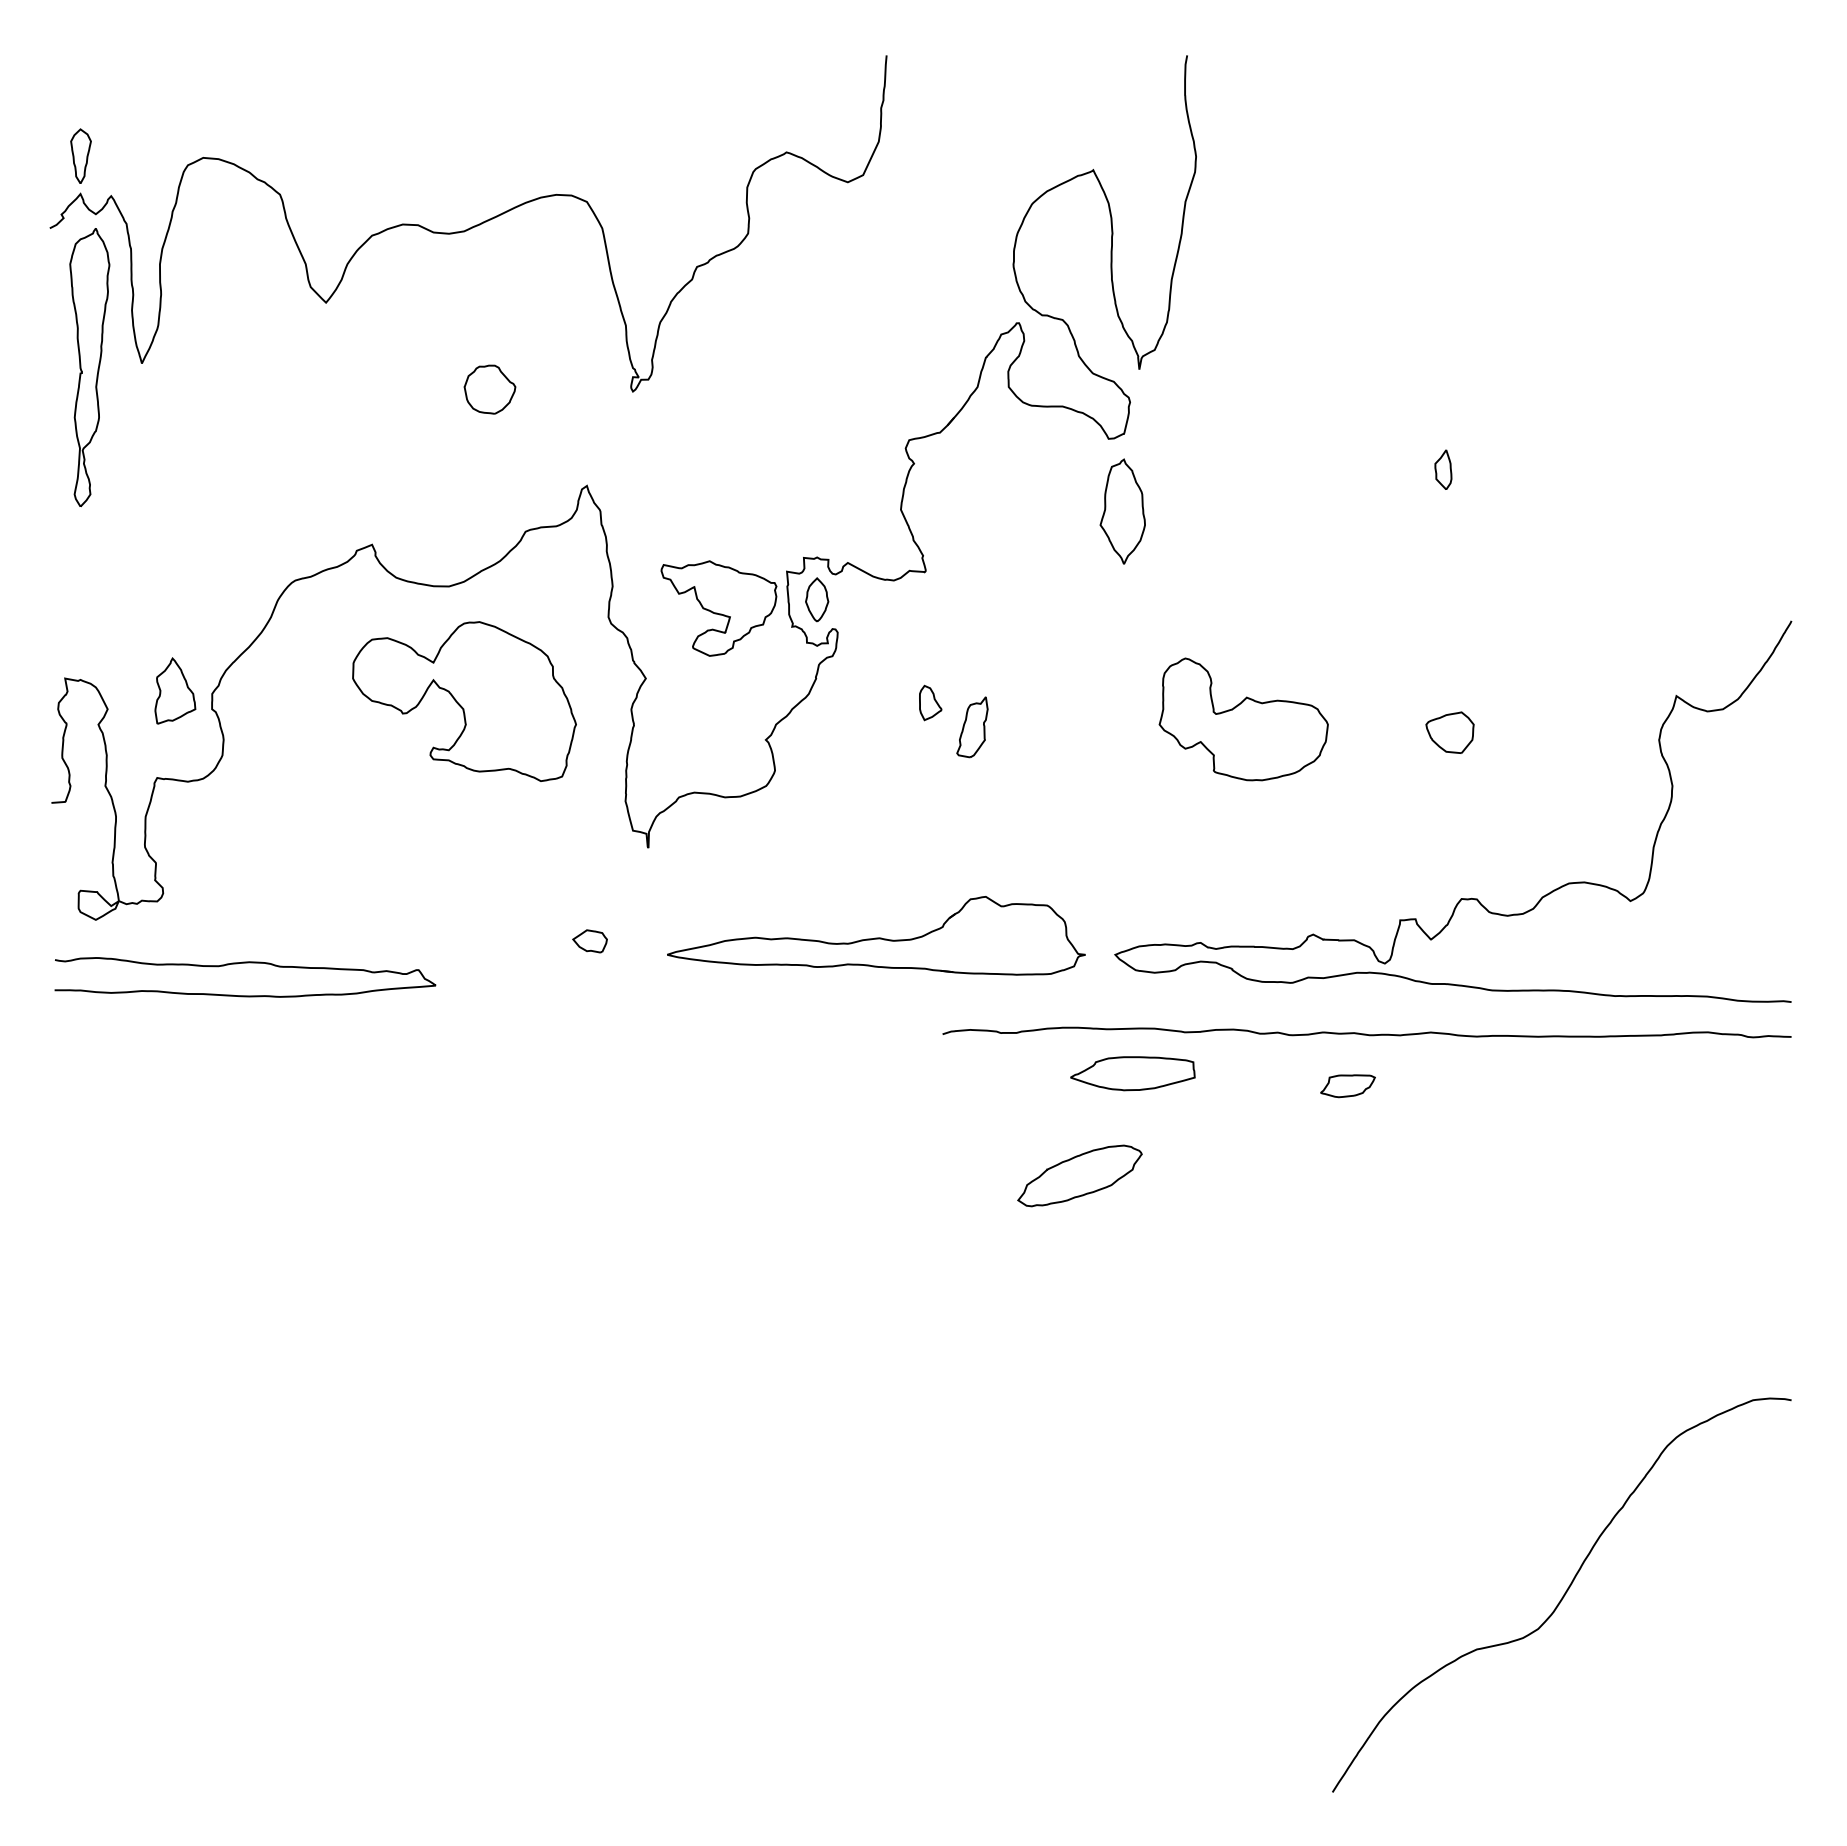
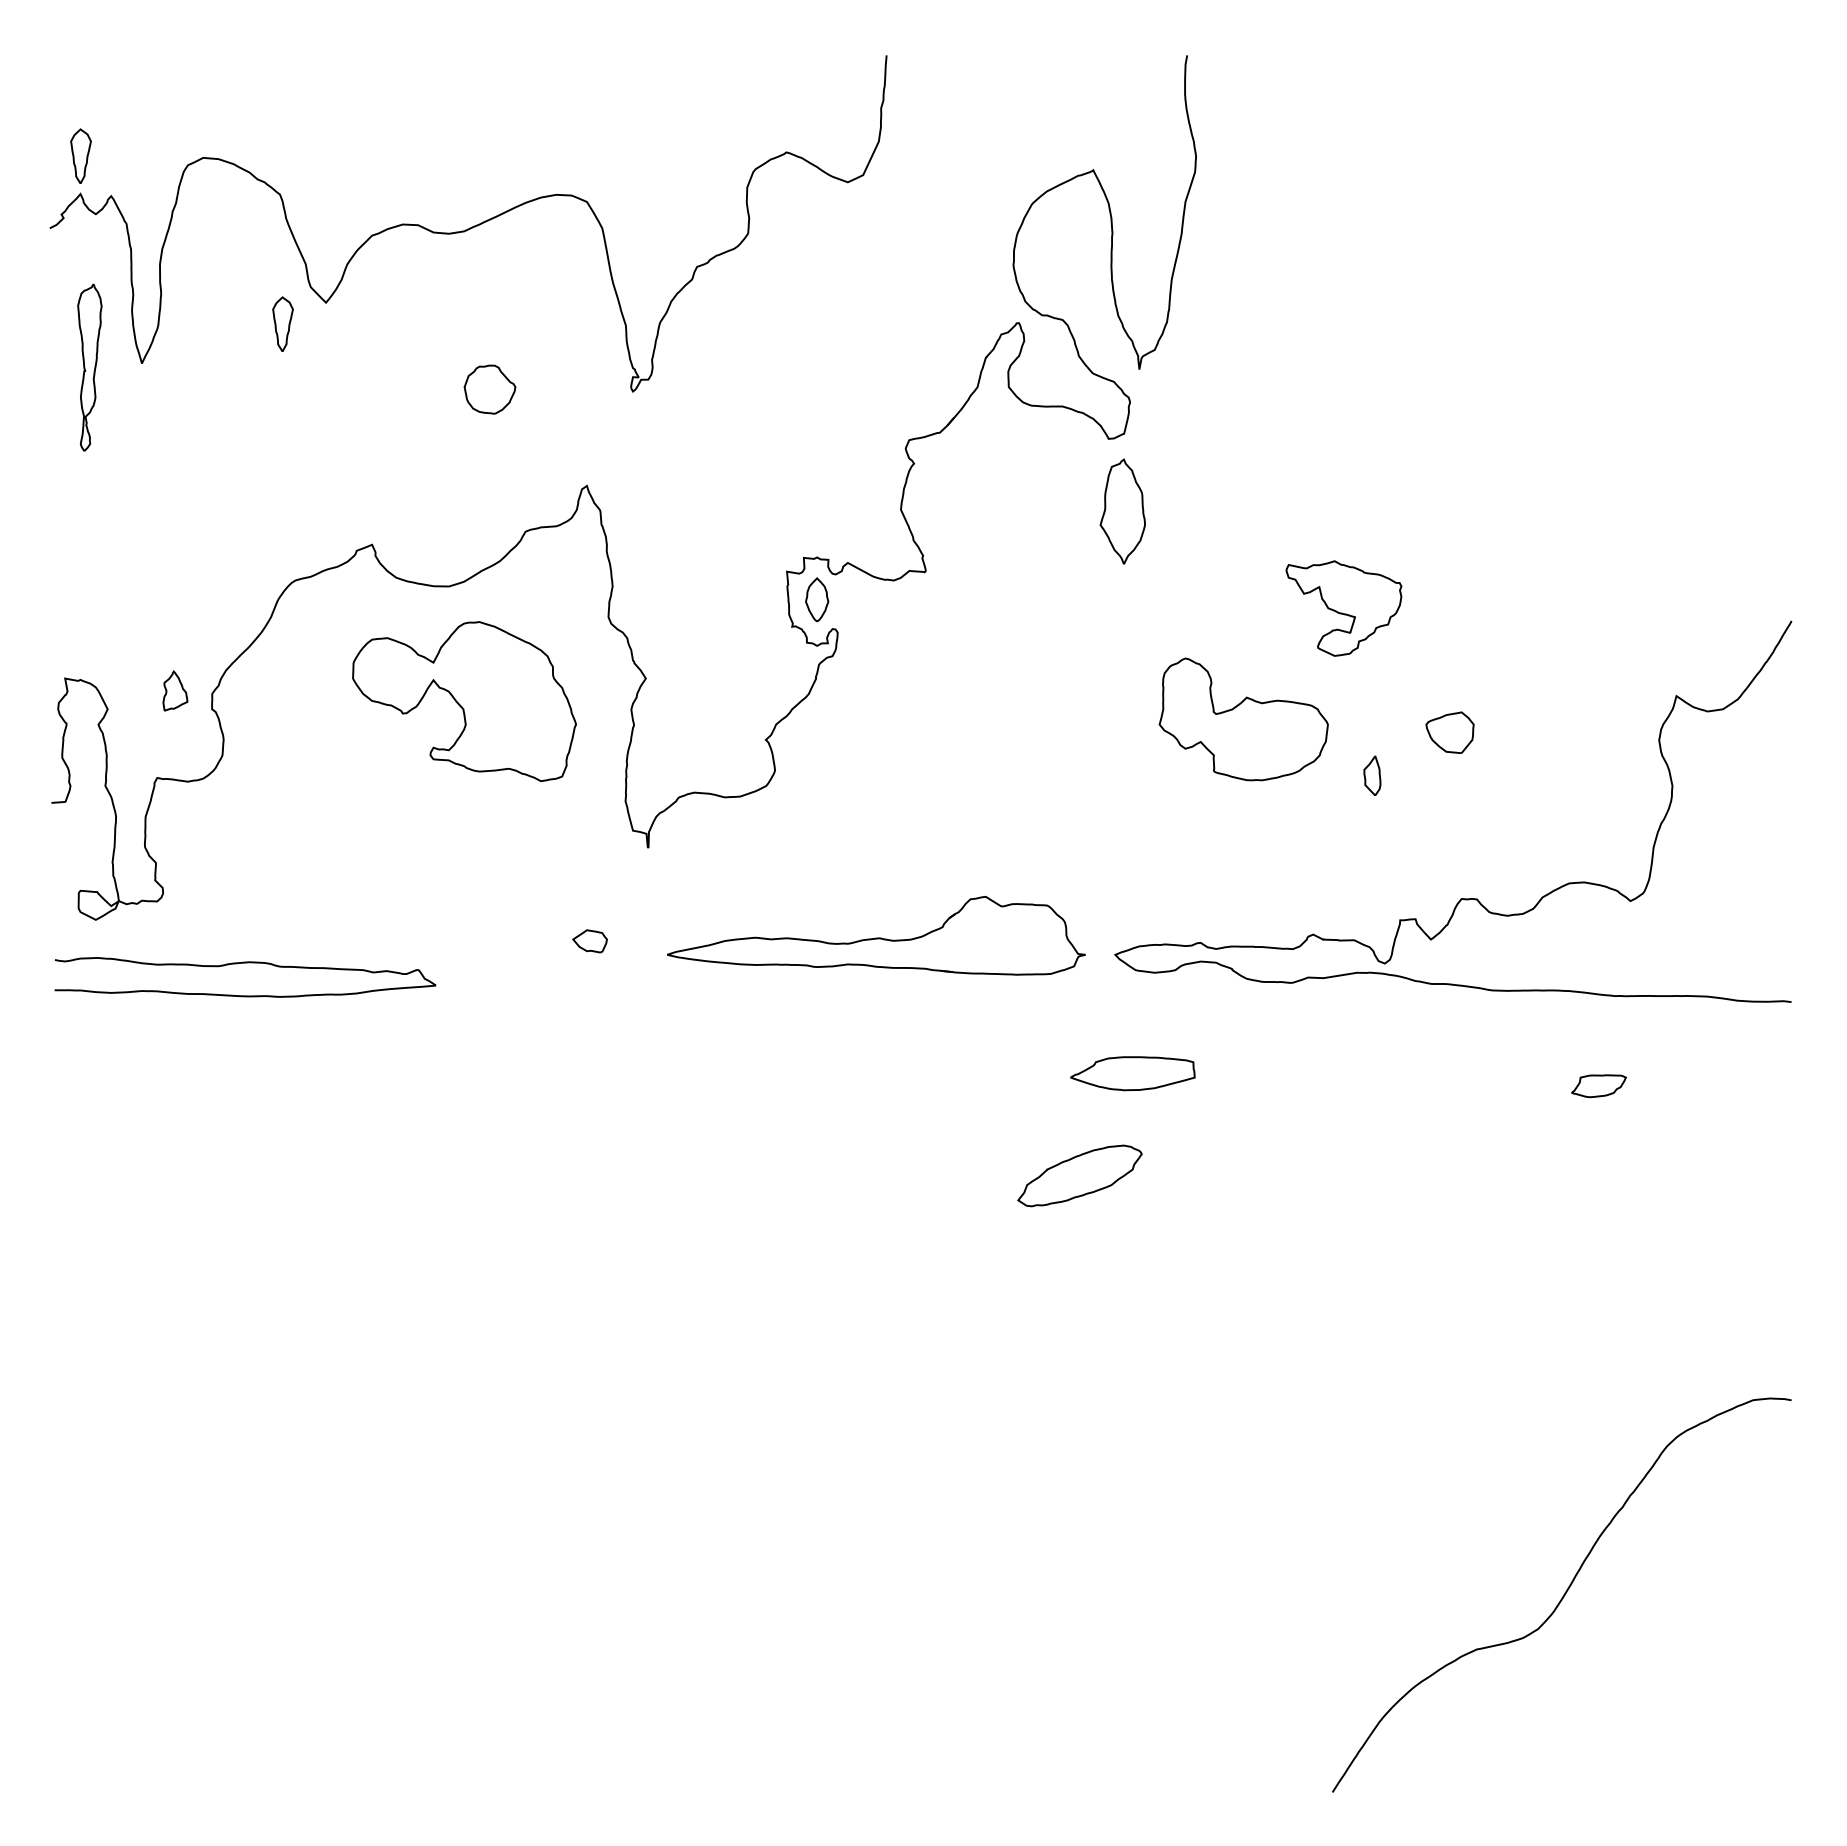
part at (282, 323): none -> present
part at (89, 367) size: 42x280 px -> 26x169 px
part at (1443, 469) position: (1443, 469) -> (1372, 775)
part at (718, 608) position: (718, 608) -> (1343, 608)
part at (175, 690) size: 43x68 px -> 27x42 px
part at (930, 702): present -> none
part at (972, 727): present -> none
curve at (1366, 1033): present -> none
part at (1347, 1086) position: (1347, 1086) -> (1598, 1086)
